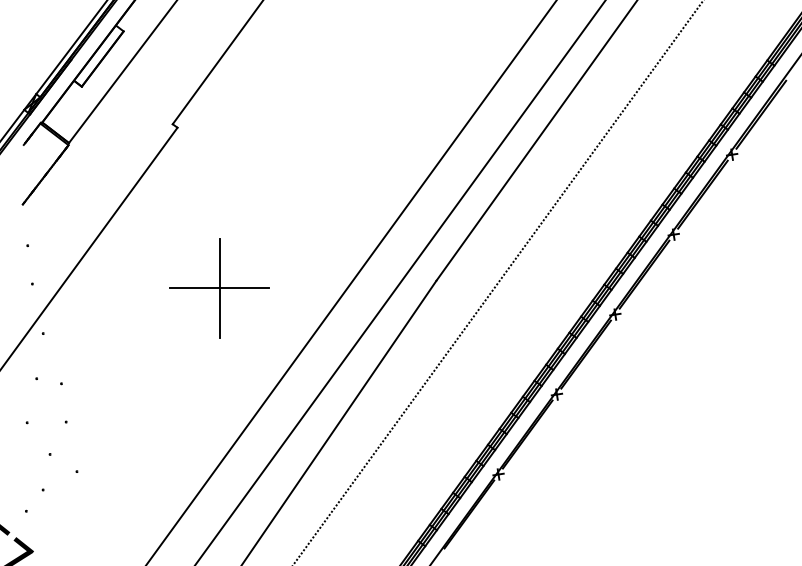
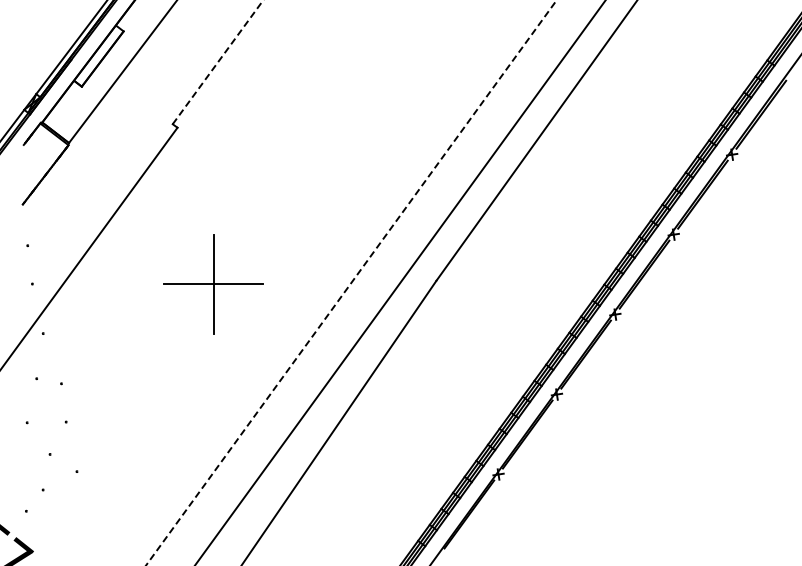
line at (218, 62): solid -> dashed
line at (351, 282): solid -> dashed
line at (497, 282): present -> none
part at (219, 288) position: (219, 288) -> (213, 284)
